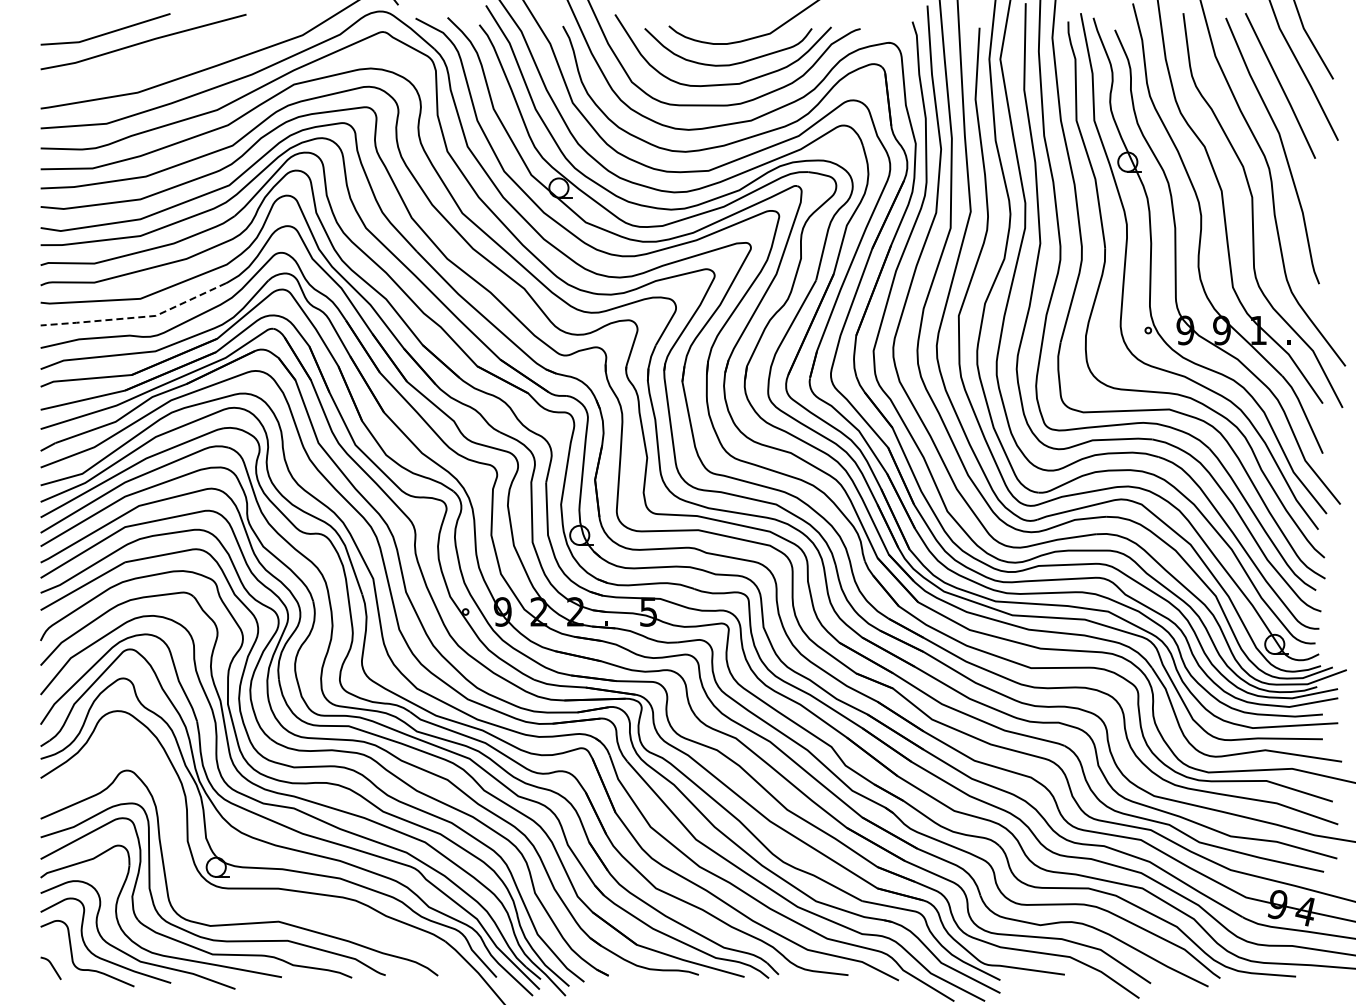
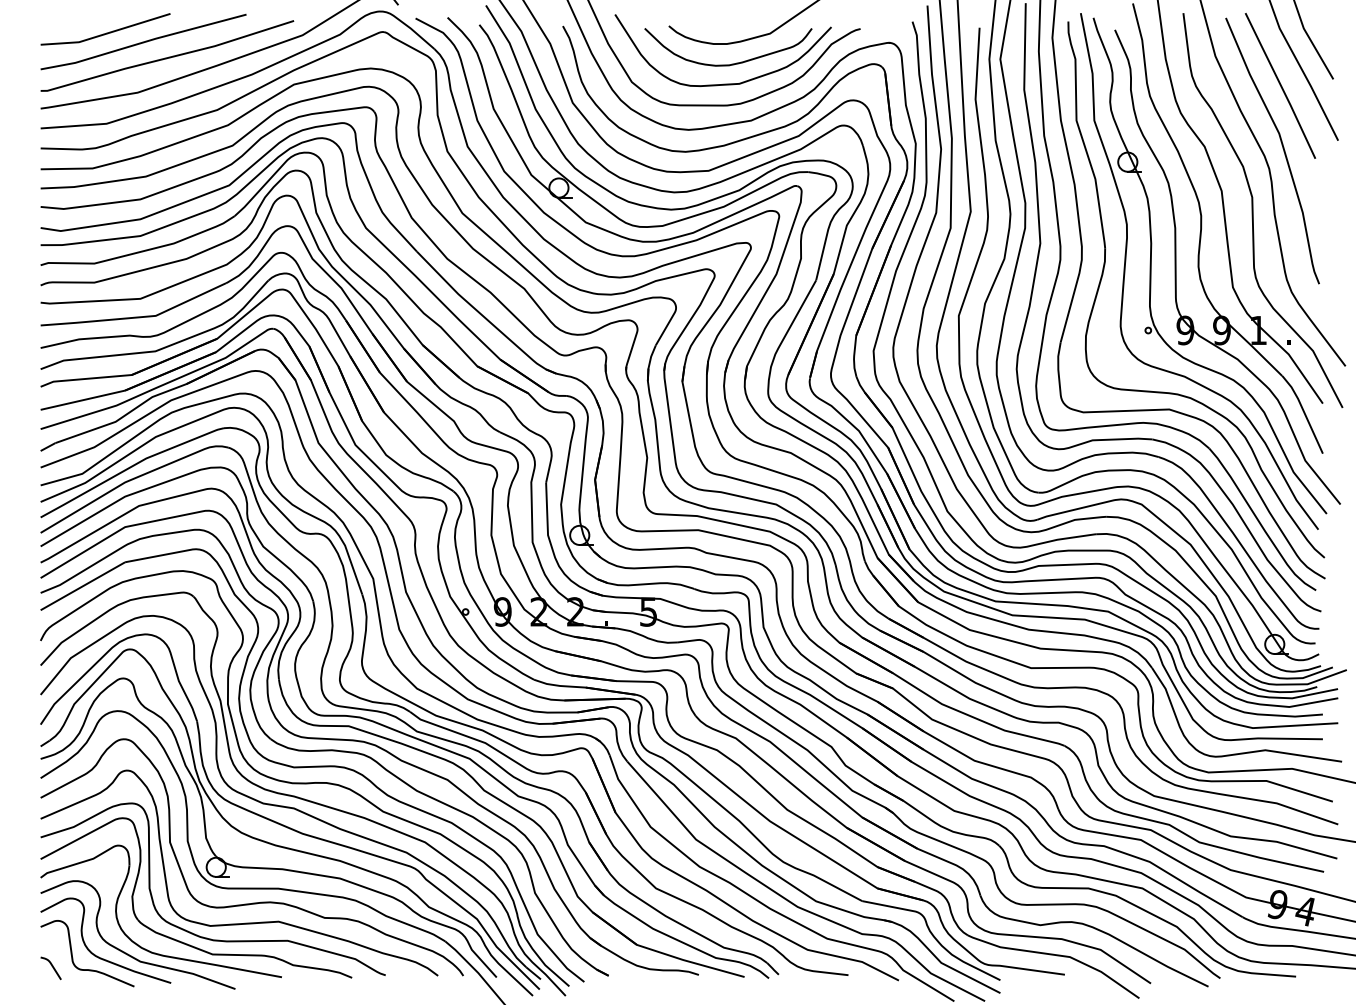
line at (168, 56): none -> present
line at (137, 317): dashed -> solid
part at (252, 902): none -> present
